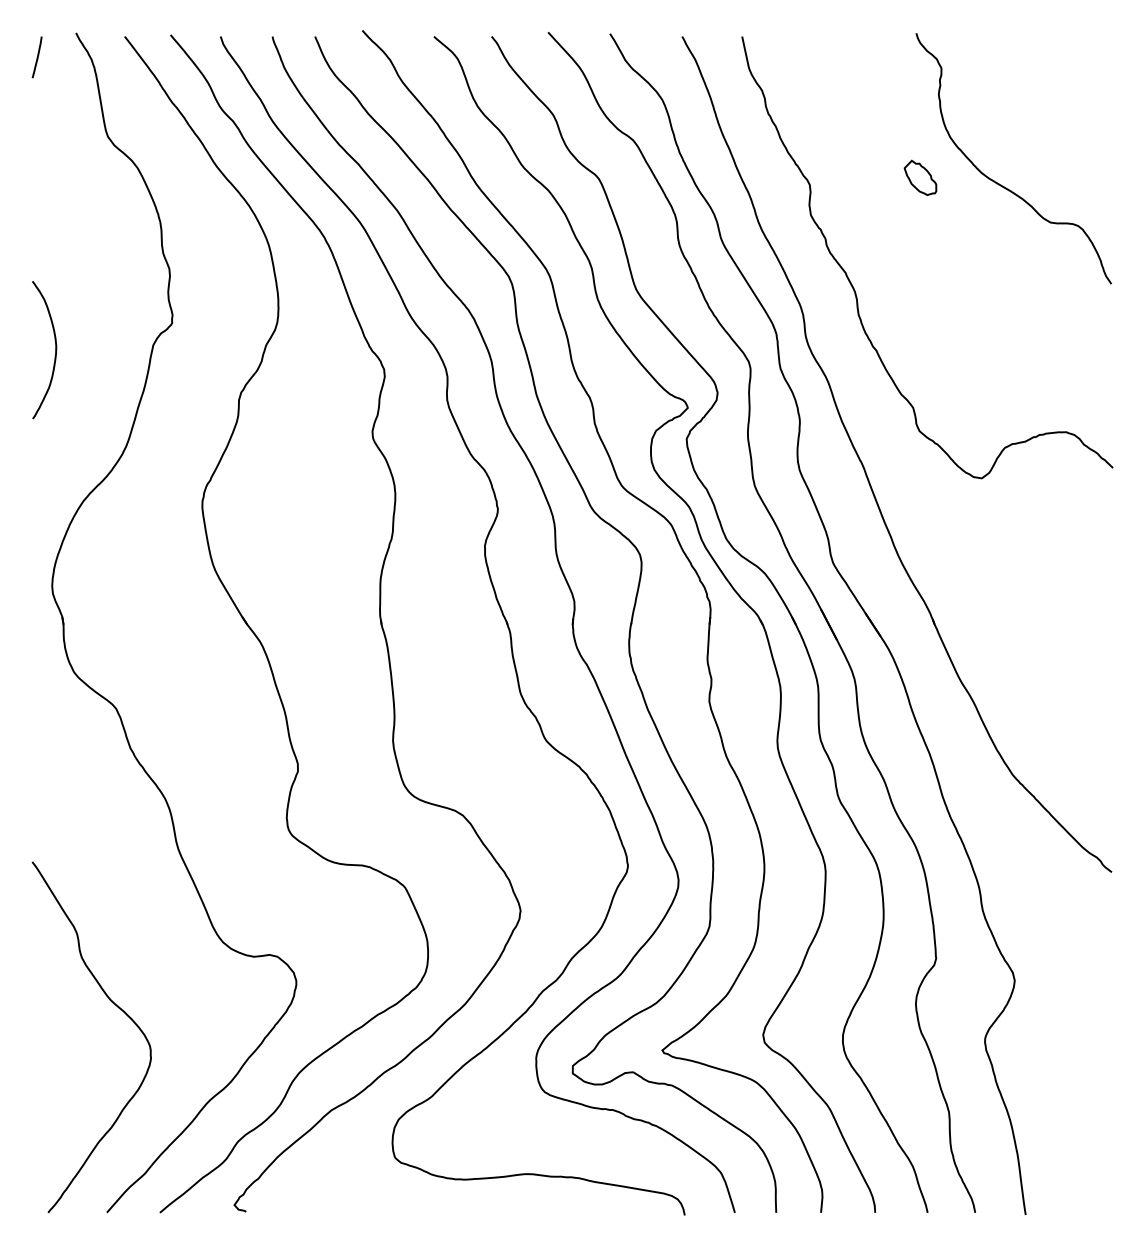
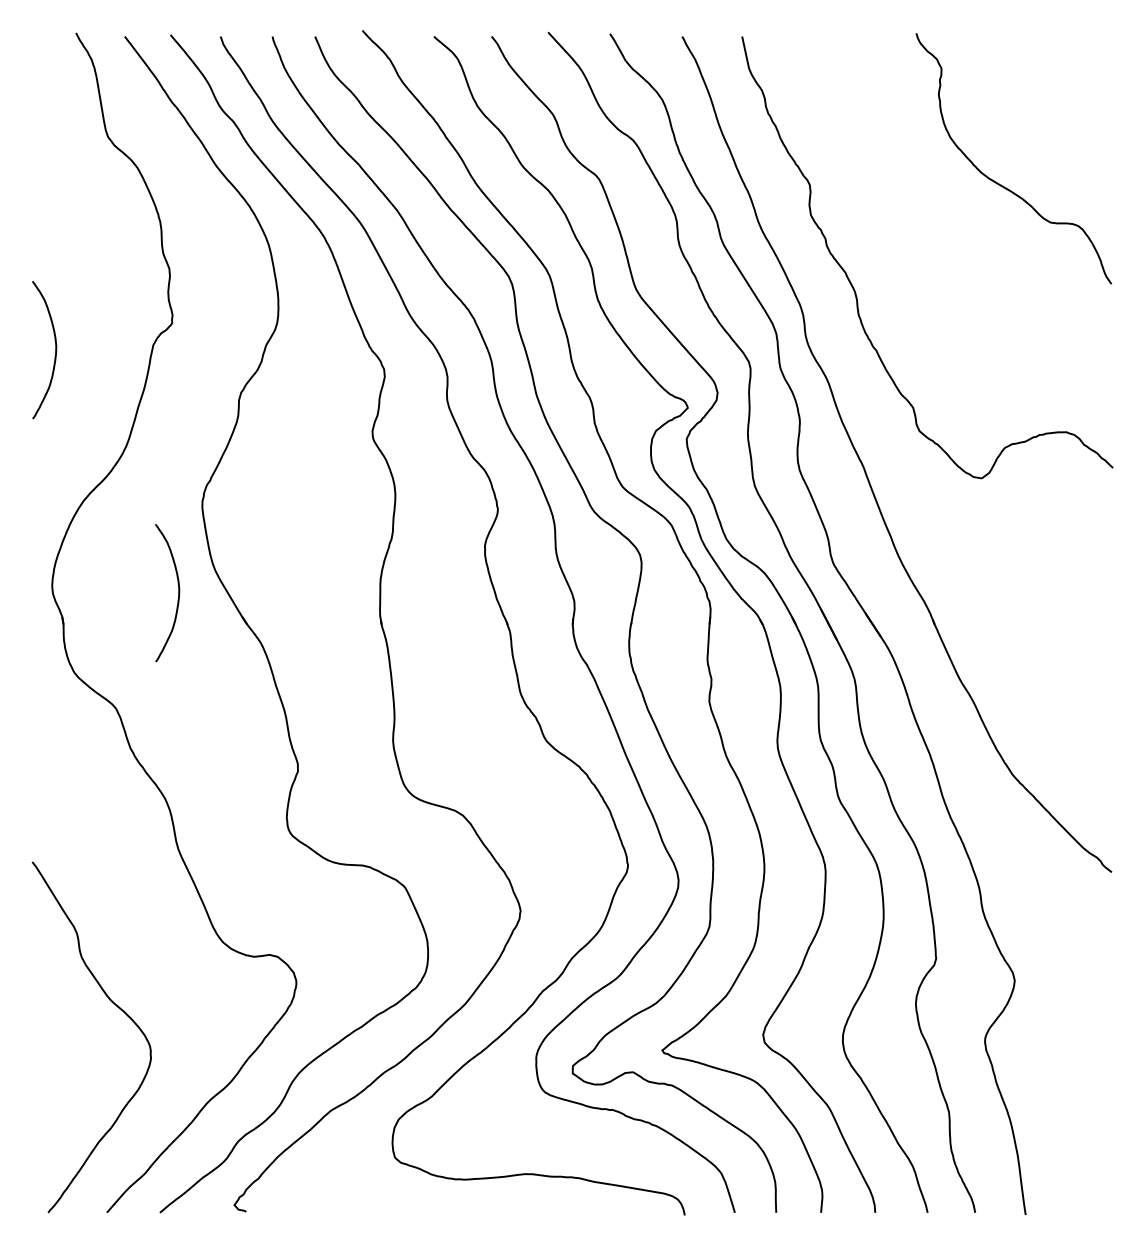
line at (36, 57): present -> none
part at (920, 177): present -> none
curve at (178, 593): none -> present
